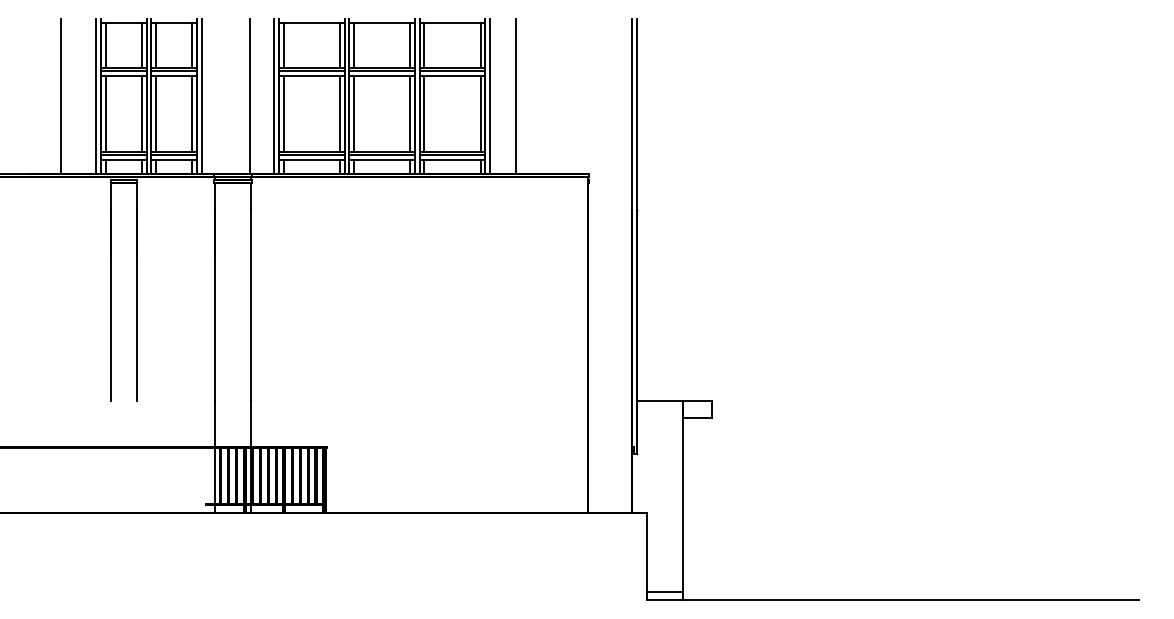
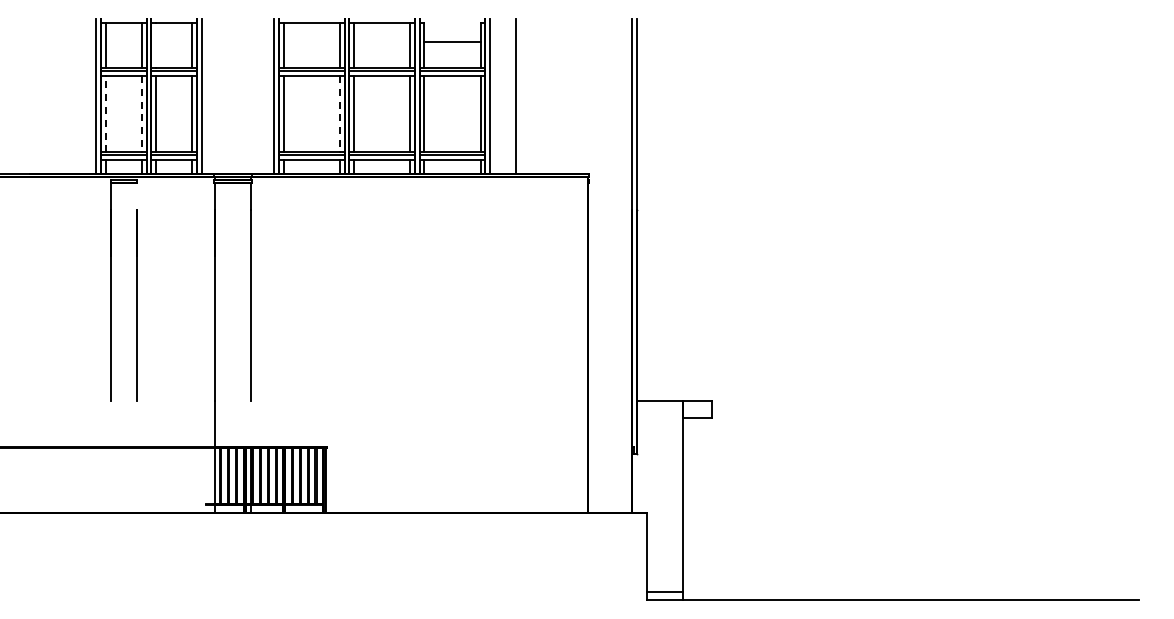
line at (452, 23) position: (452, 23) -> (452, 42)
line at (155, 45): present -> none
line at (60, 95): present -> none
line at (249, 95): present -> none
line at (105, 113): solid -> dashed
line at (142, 114): solid -> dashed
line at (340, 114): solid -> dashed
line at (136, 196): present -> none
line at (251, 423): present -> none
